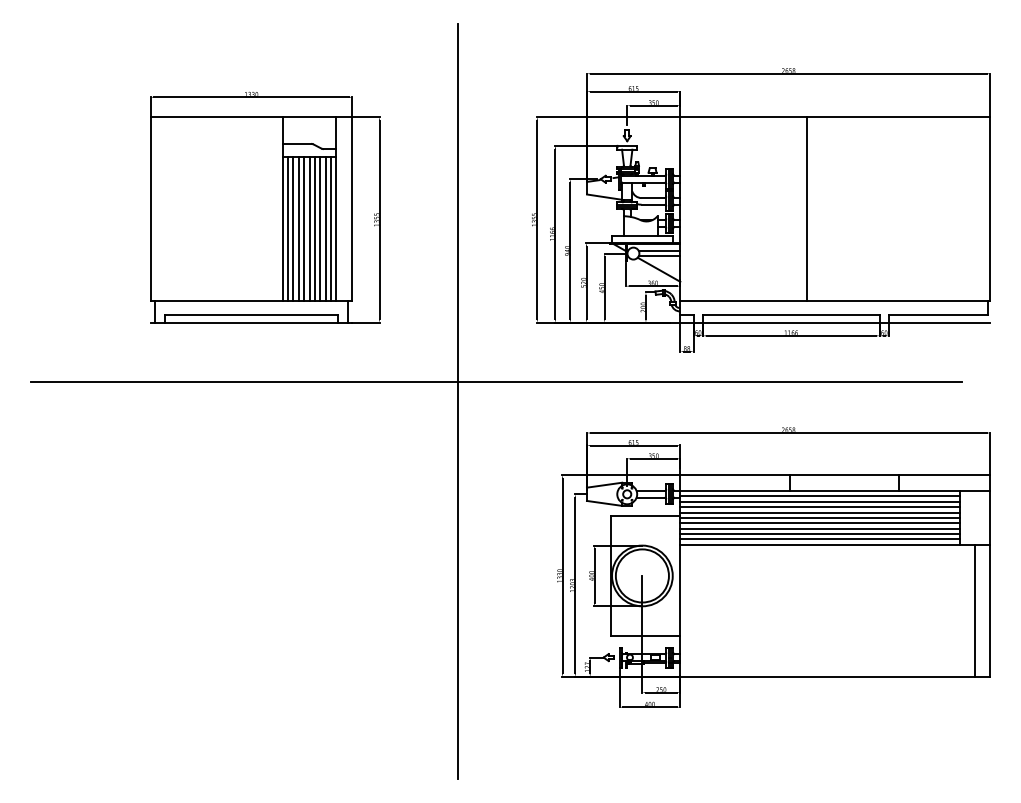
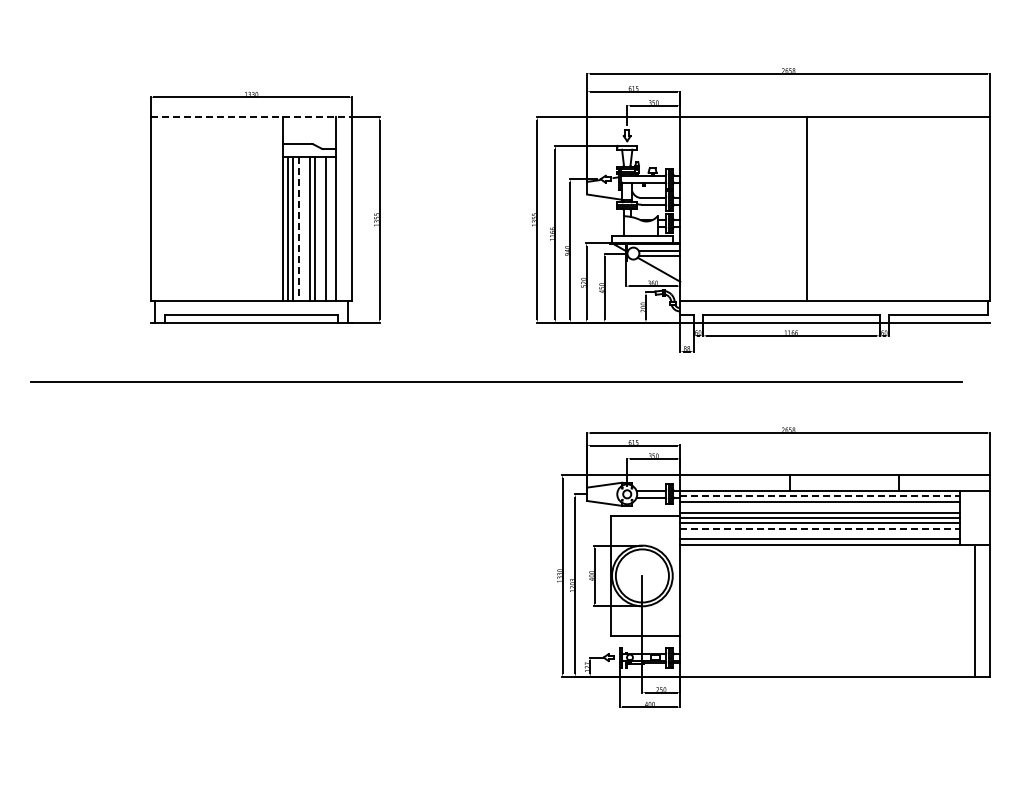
line at (251, 117): solid -> dashed
line at (298, 229): solid -> dashed
line at (304, 229): present -> none
line at (320, 229): present -> none
line at (330, 229): present -> none
line at (457, 401): present -> none
line at (820, 496): solid -> dashed
line at (819, 507): present -> none
line at (820, 528): solid -> dashed
line at (819, 534): present -> none
